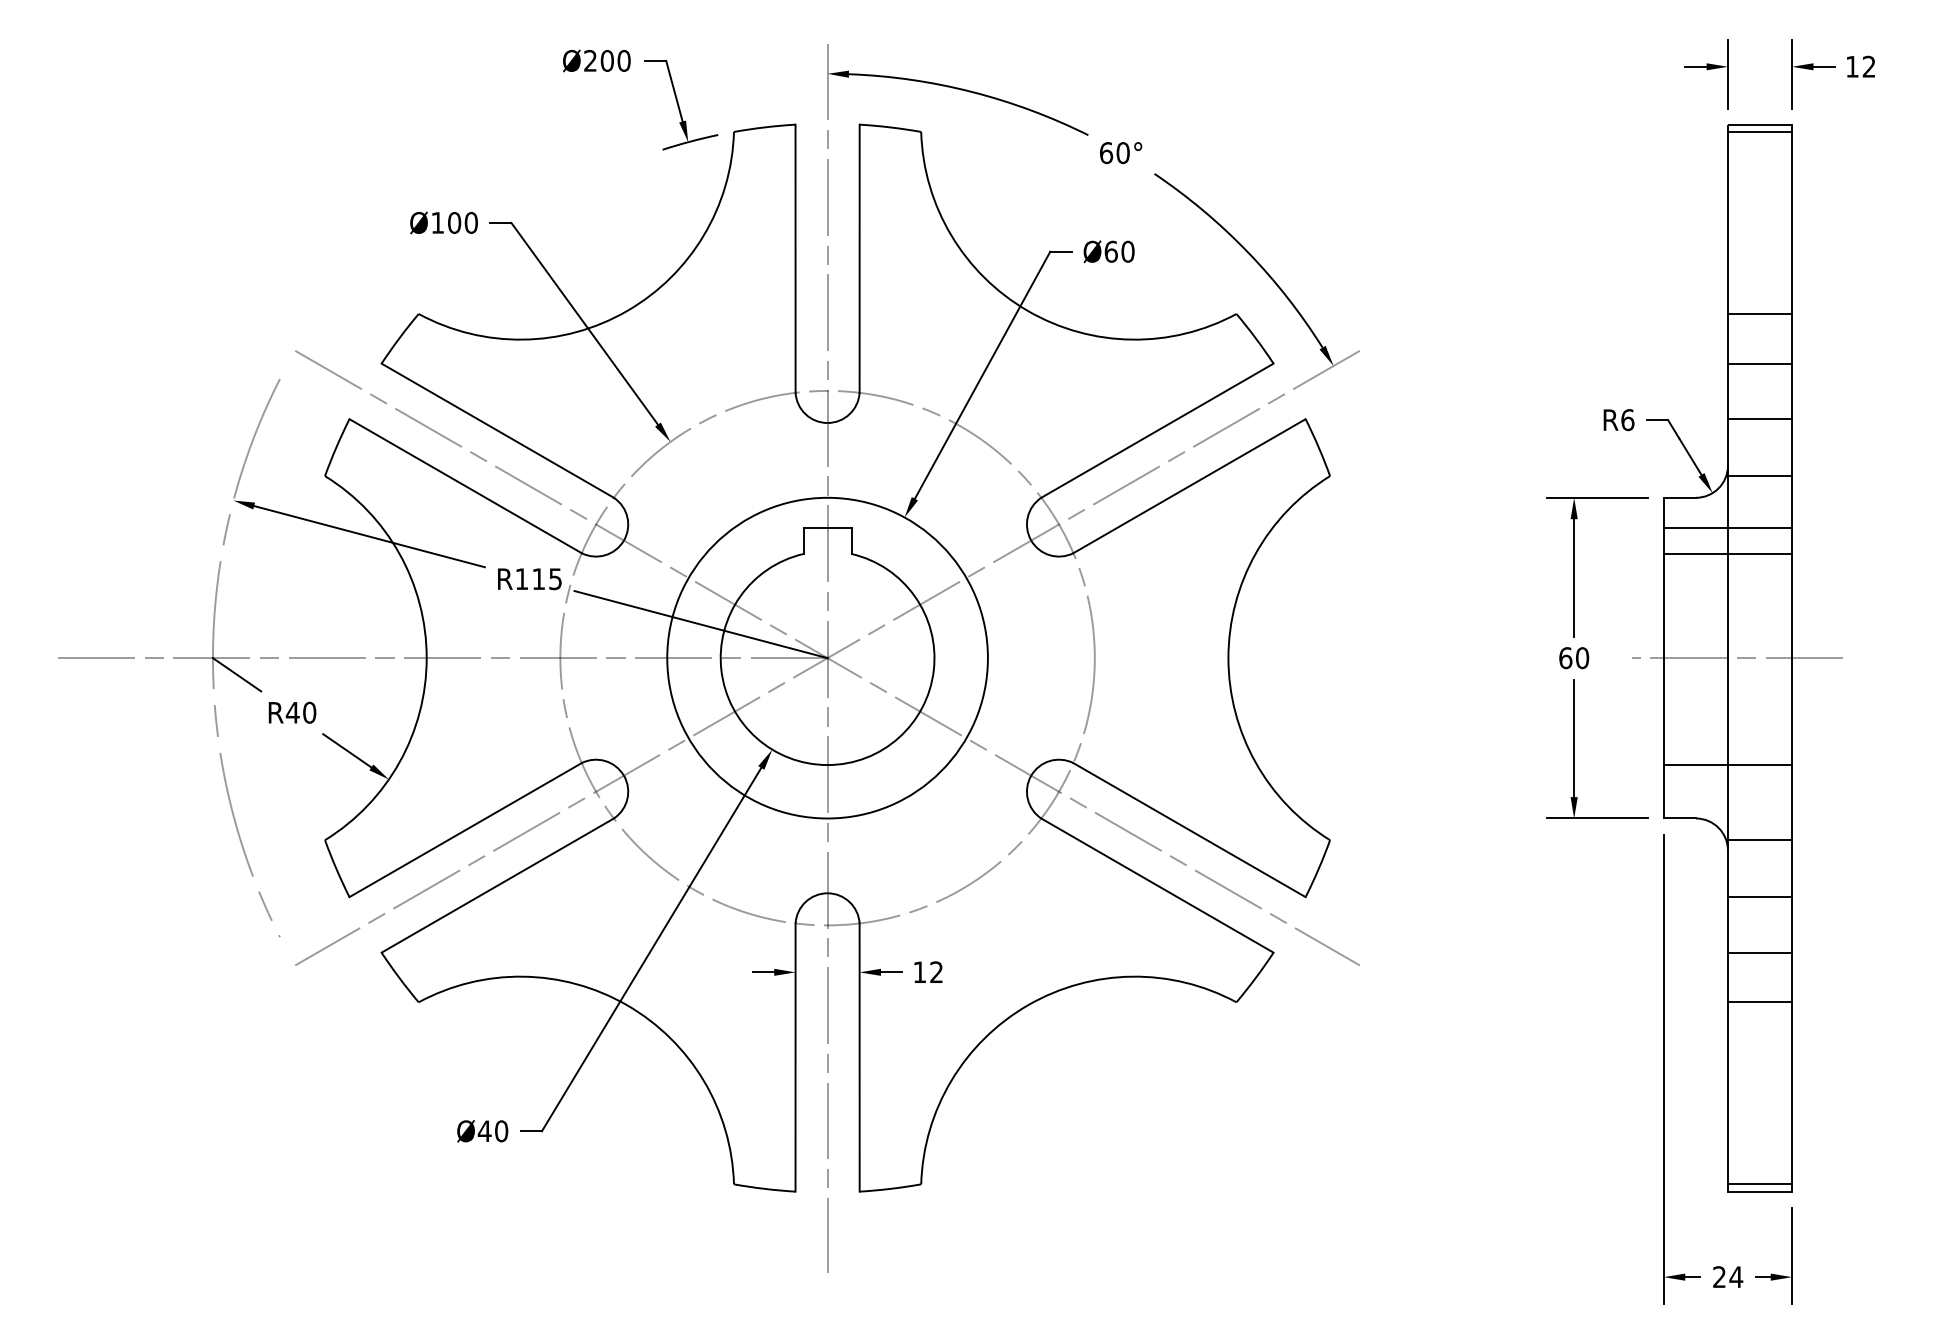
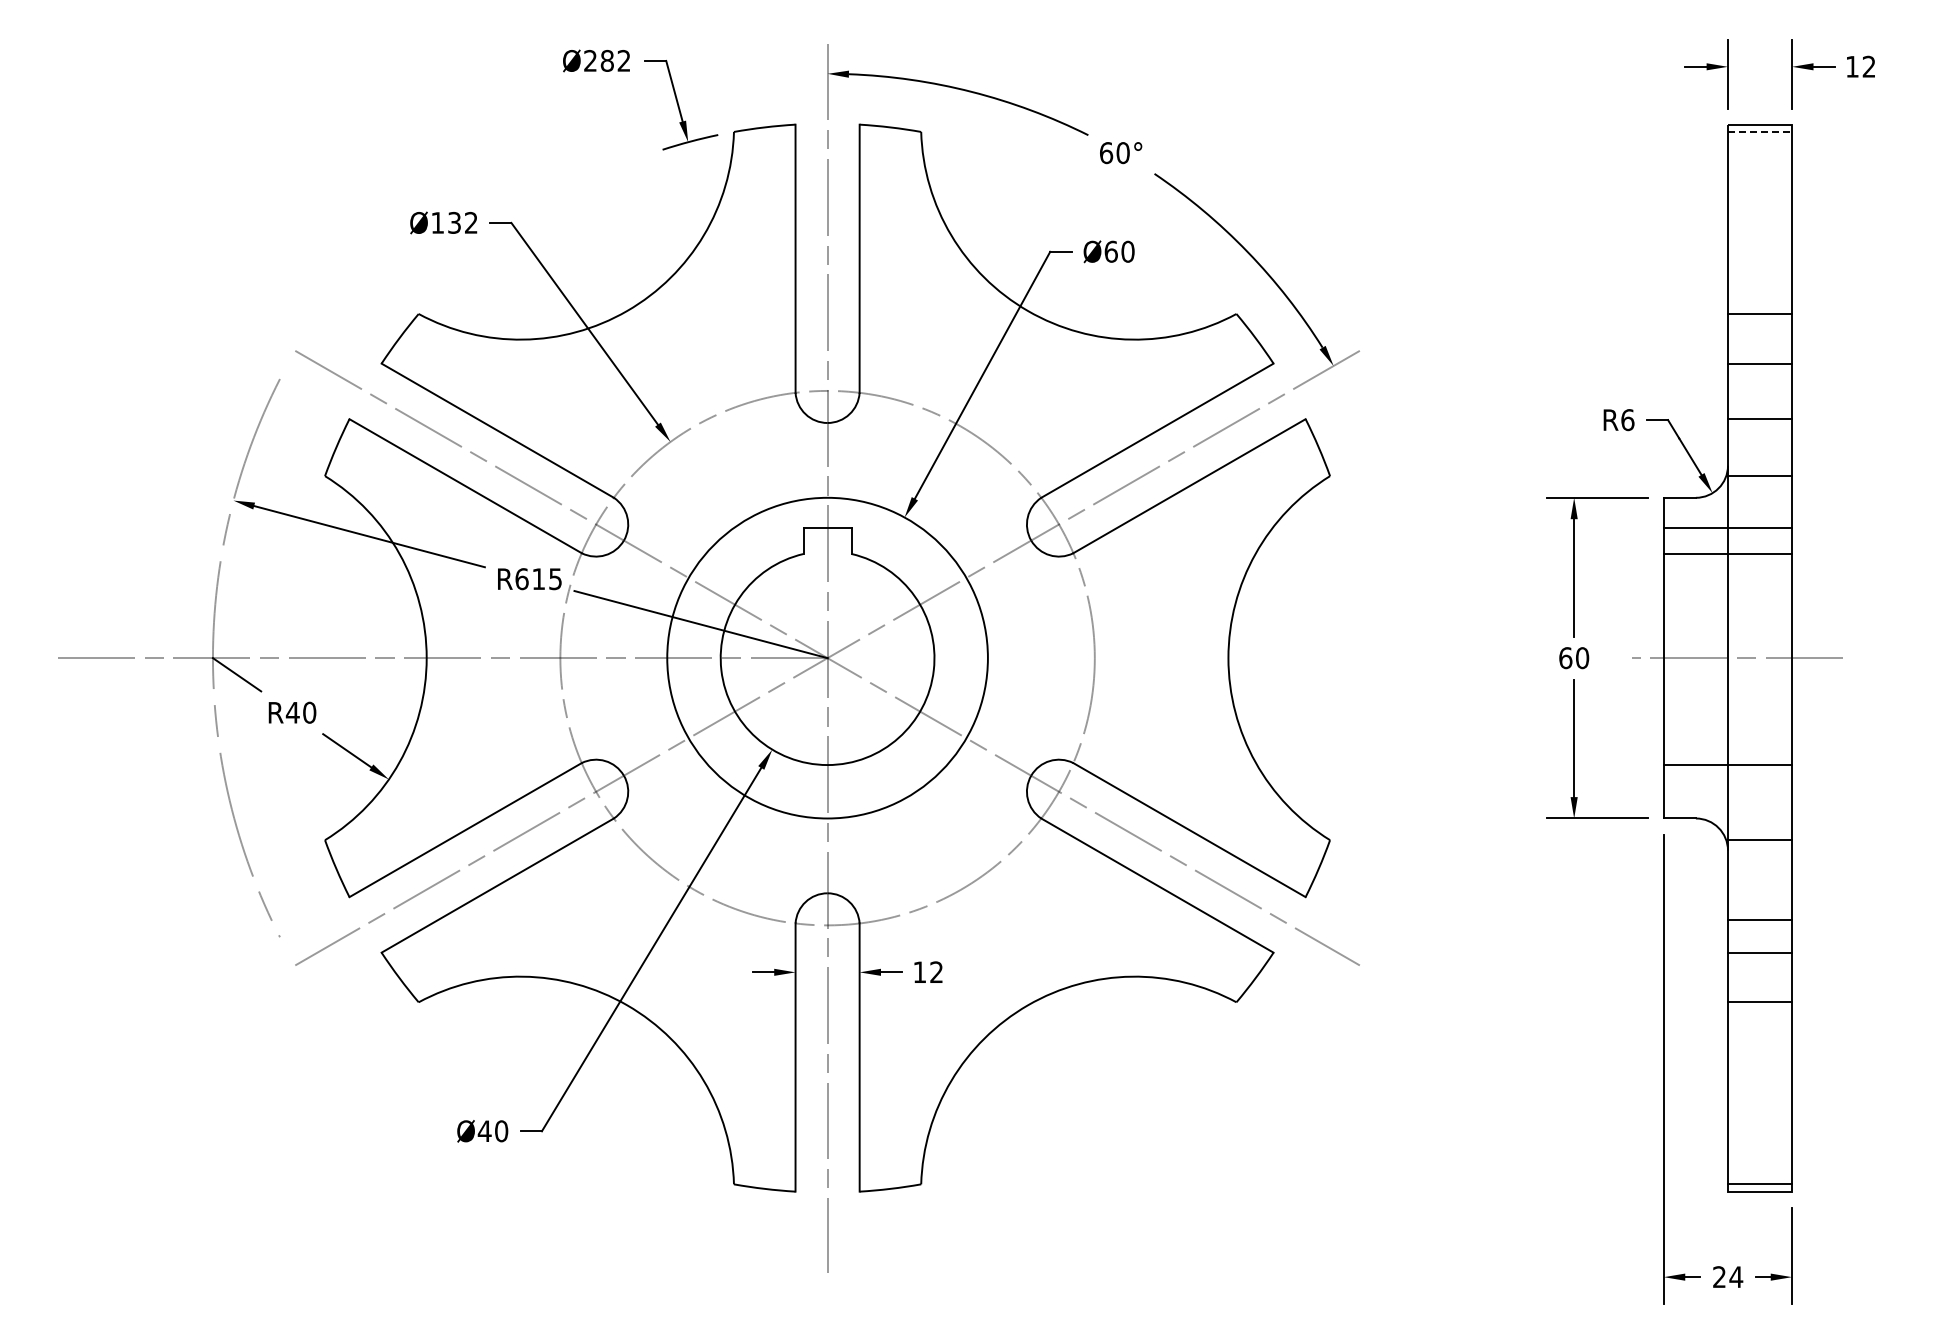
text at (615, 60): Ø200 -> Ø282
line at (1760, 131): solid -> dashed
text at (462, 222): Ø100 -> Ø132
text at (521, 579): R115 -> R615
line at (1759, 897) position: (1759, 897) -> (1759, 920)
